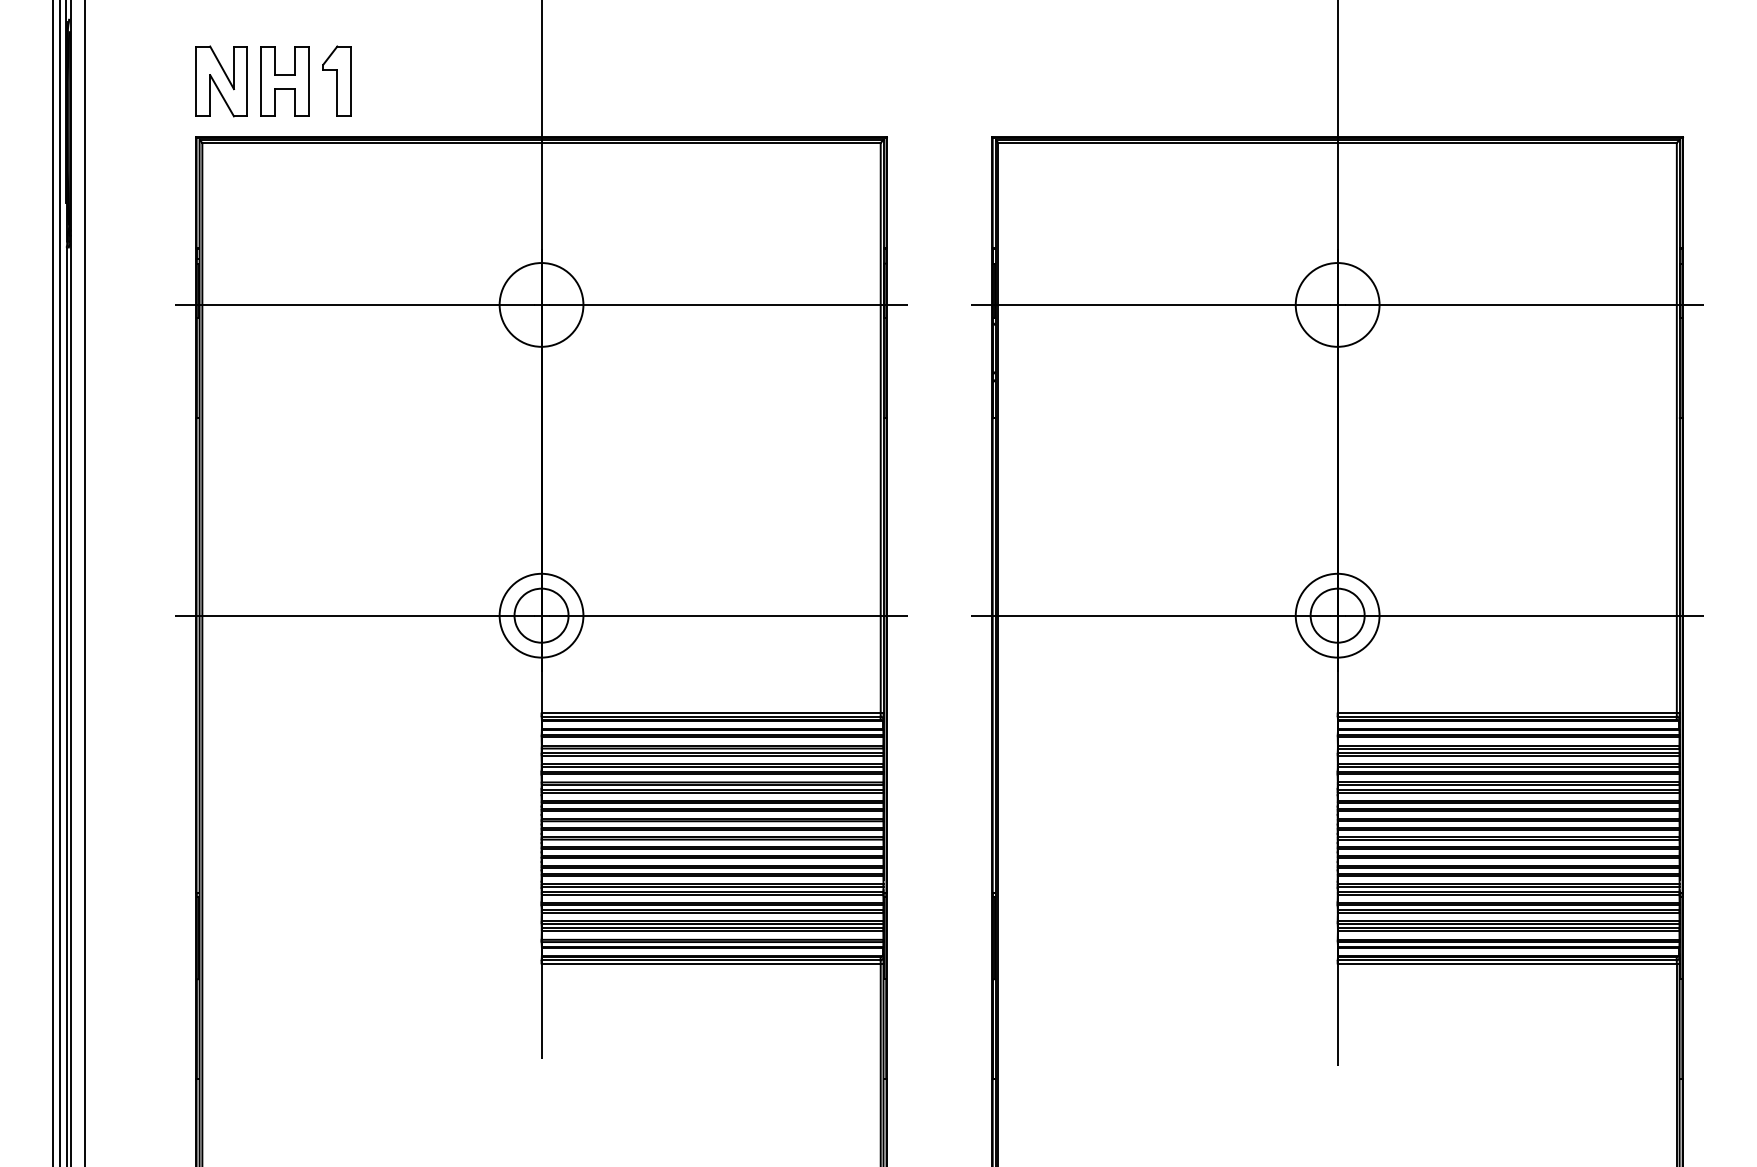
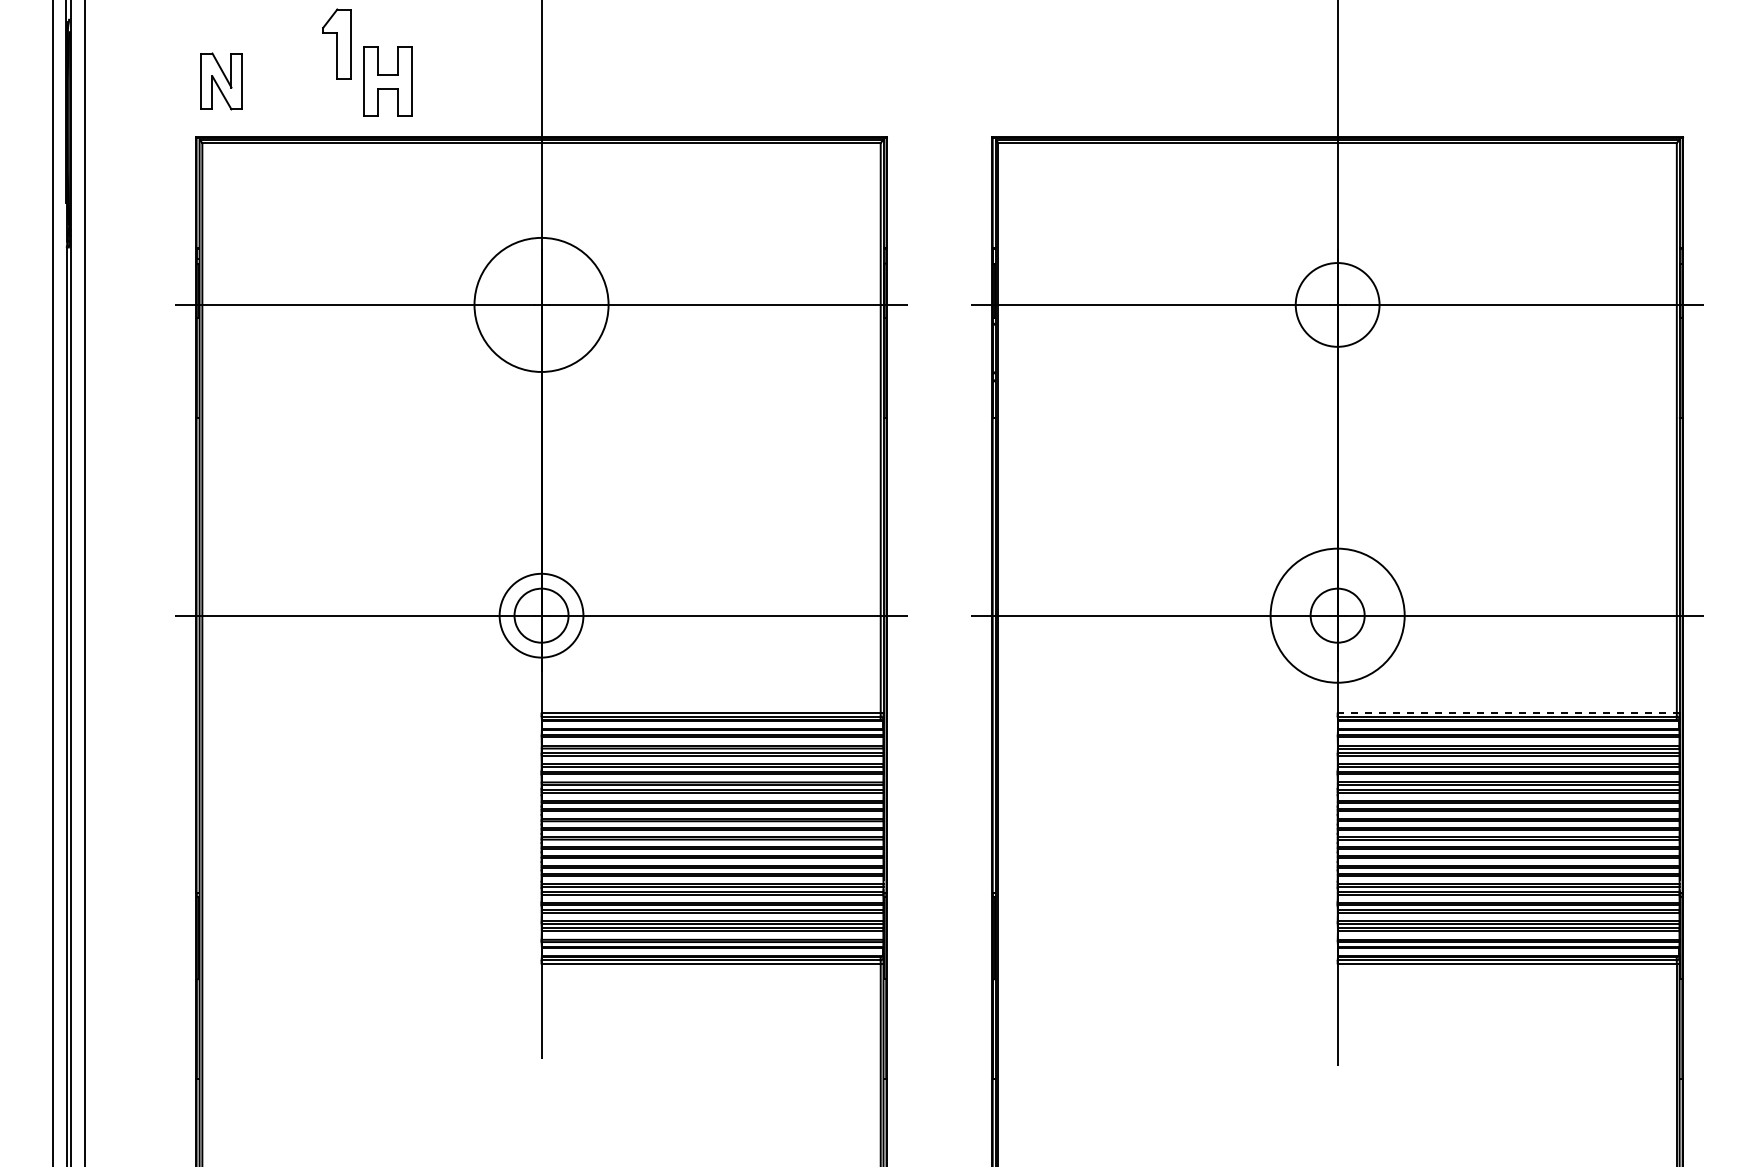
part at (336, 80) position: (336, 80) -> (336, 43)
part at (221, 81) size: 53x73 px -> 43x59 px
part at (284, 81) position: (284, 81) -> (387, 81)
circle at (541, 304) diameter: 84 px -> 134 px
line at (59, 582): present -> none
circle at (1337, 615) diameter: 84 px -> 134 px
line at (1508, 712): solid -> dashed
